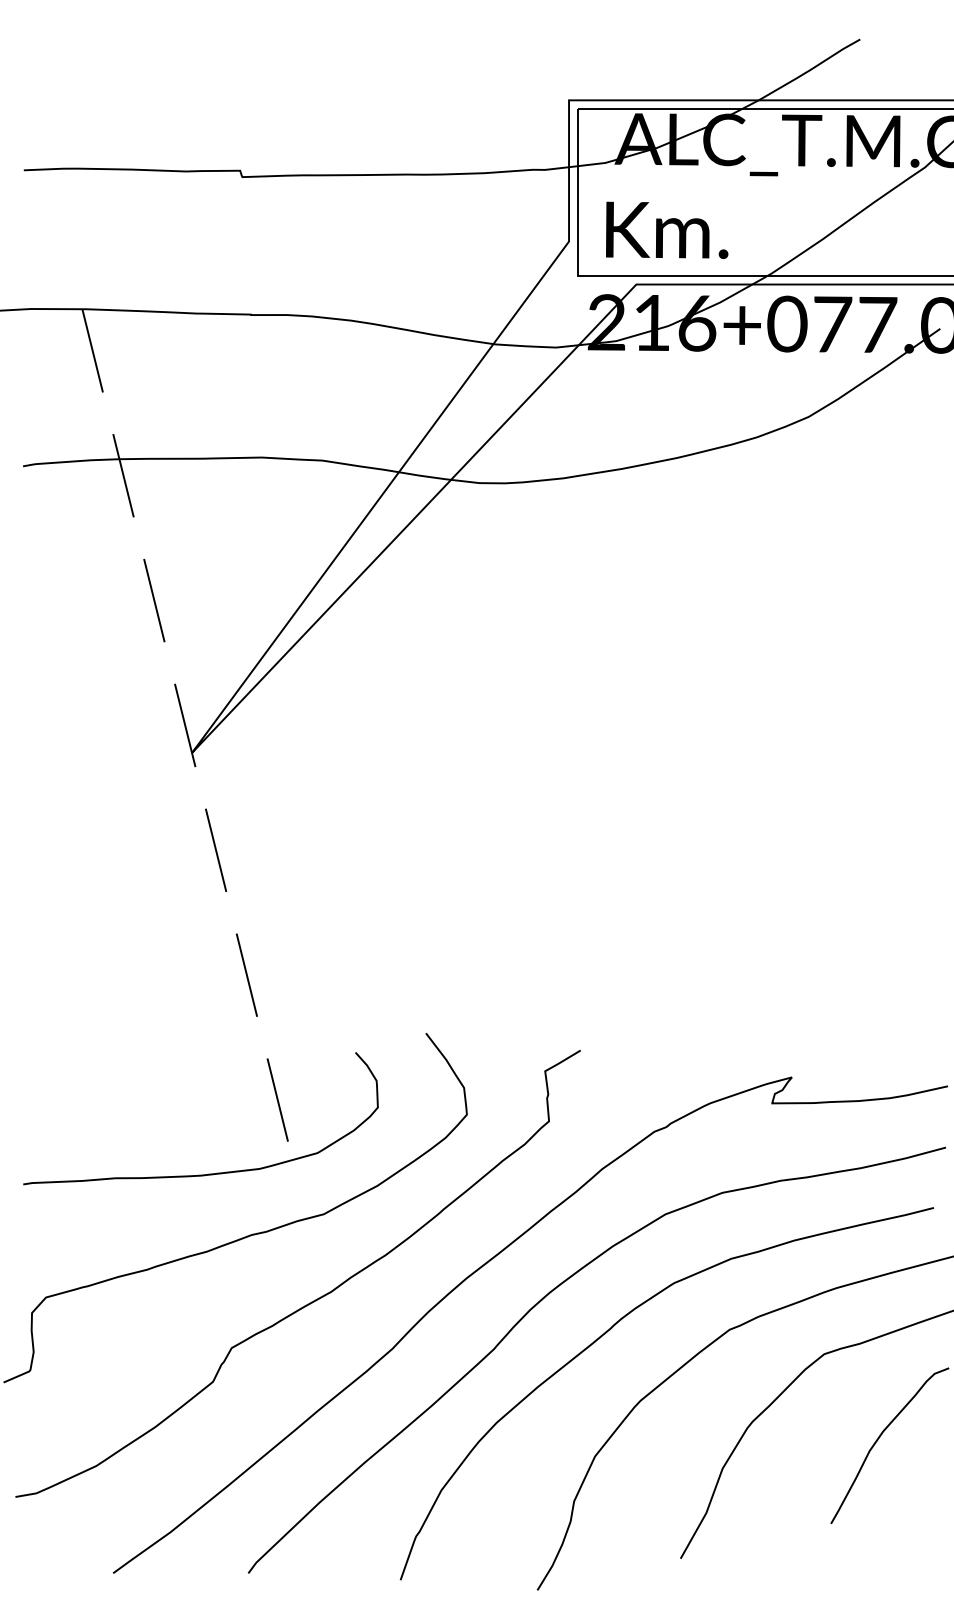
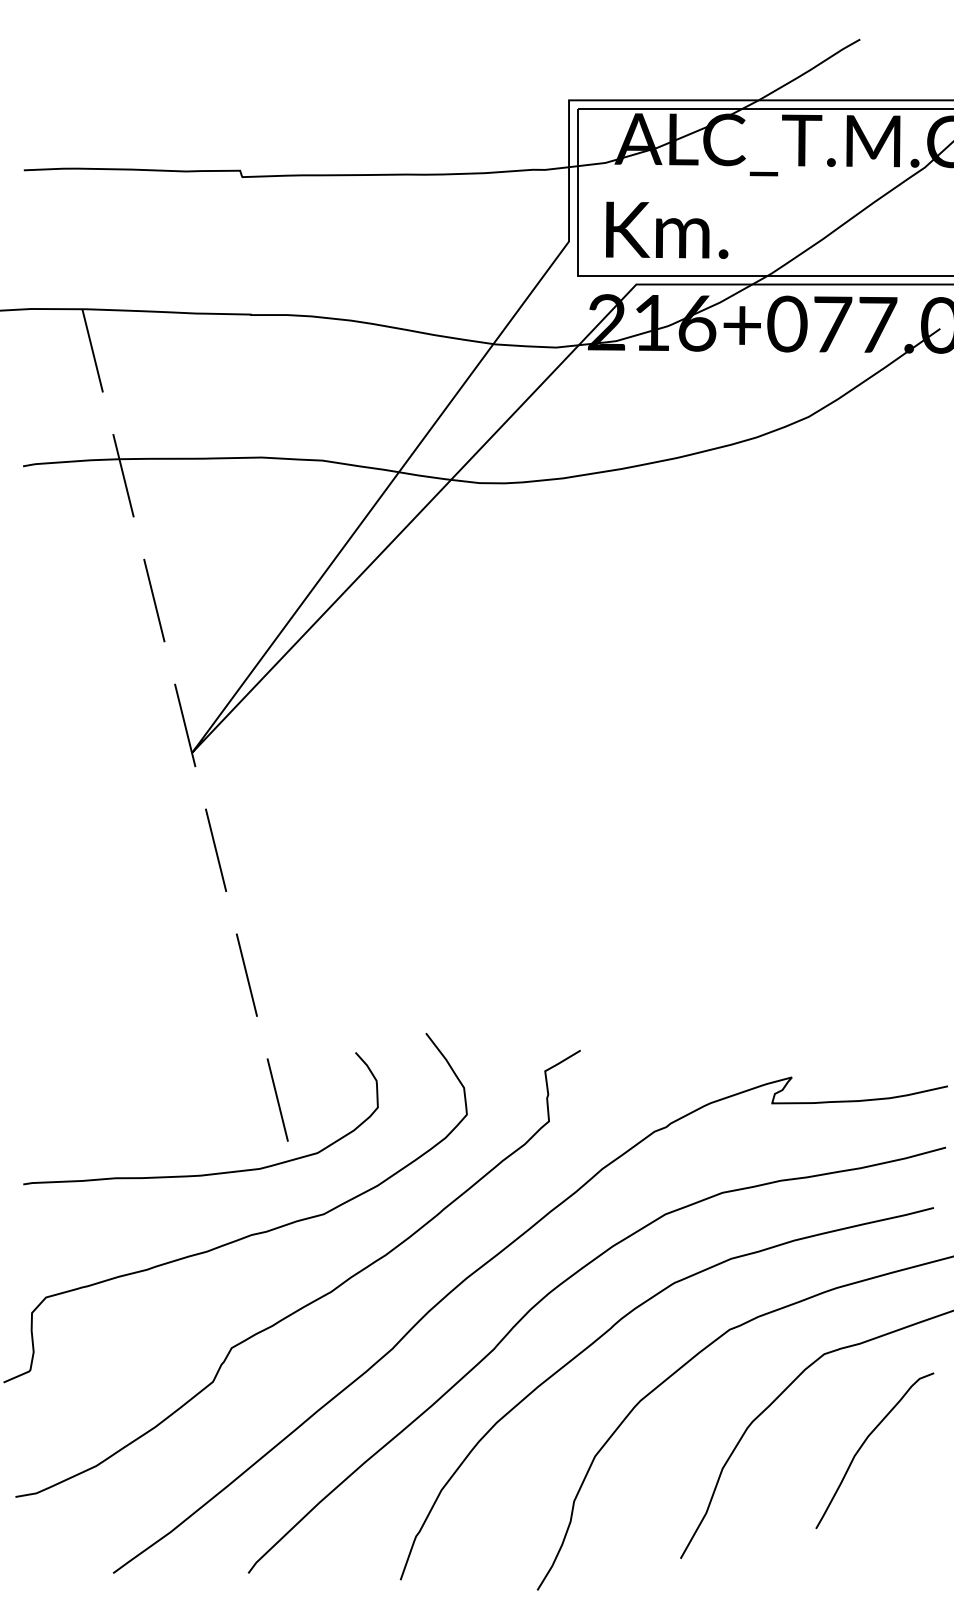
curve at (880, 1437) position: (880, 1437) -> (865, 1442)
